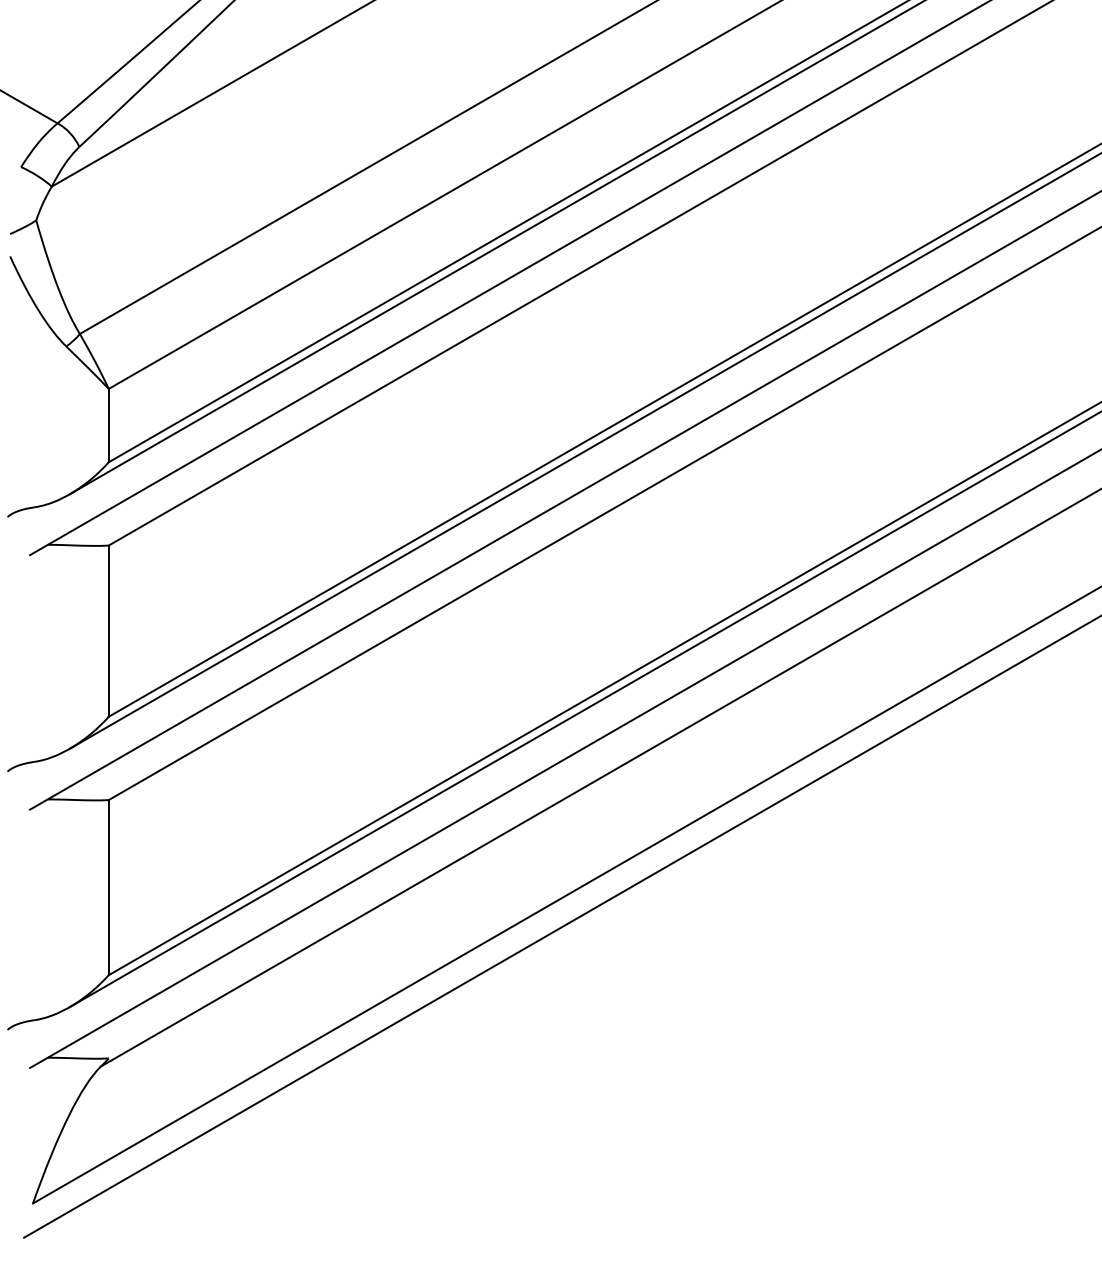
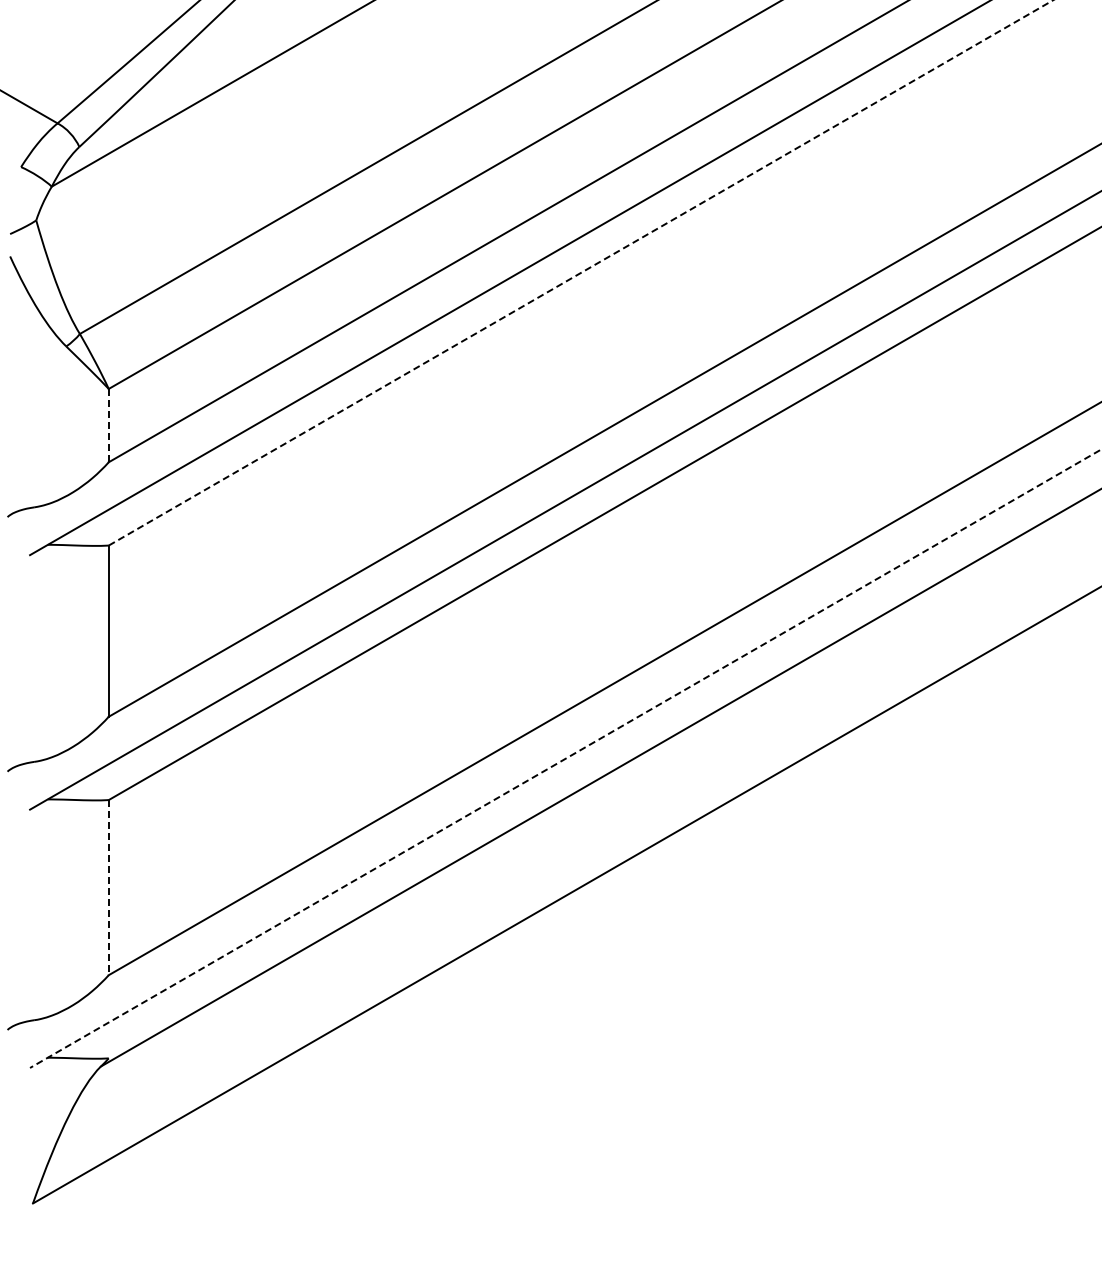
line at (495, 248): present -> none
line at (581, 272): solid -> dashed
line at (108, 425): solid -> dashed
line at (583, 451): present -> none
line at (583, 710): present -> none
line at (565, 758): solid -> dashed
line at (108, 887): solid -> dashed
line at (561, 927): present -> none
